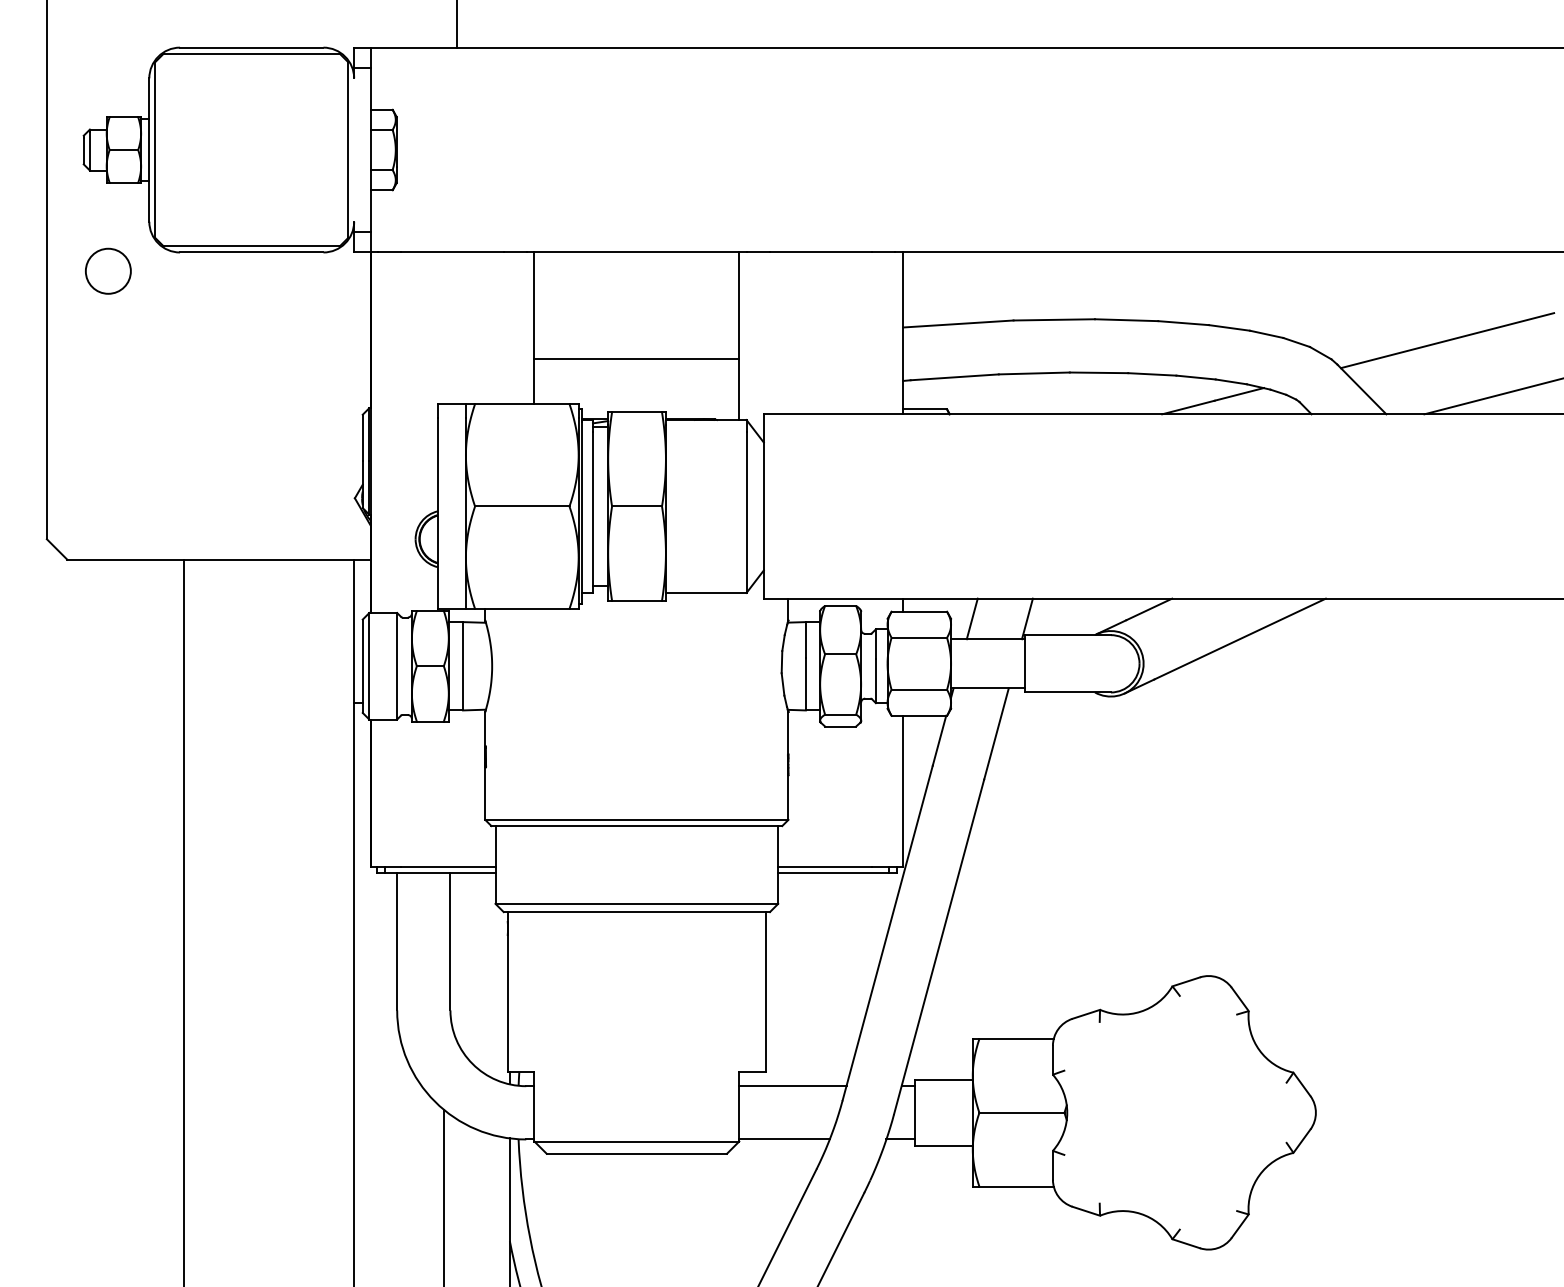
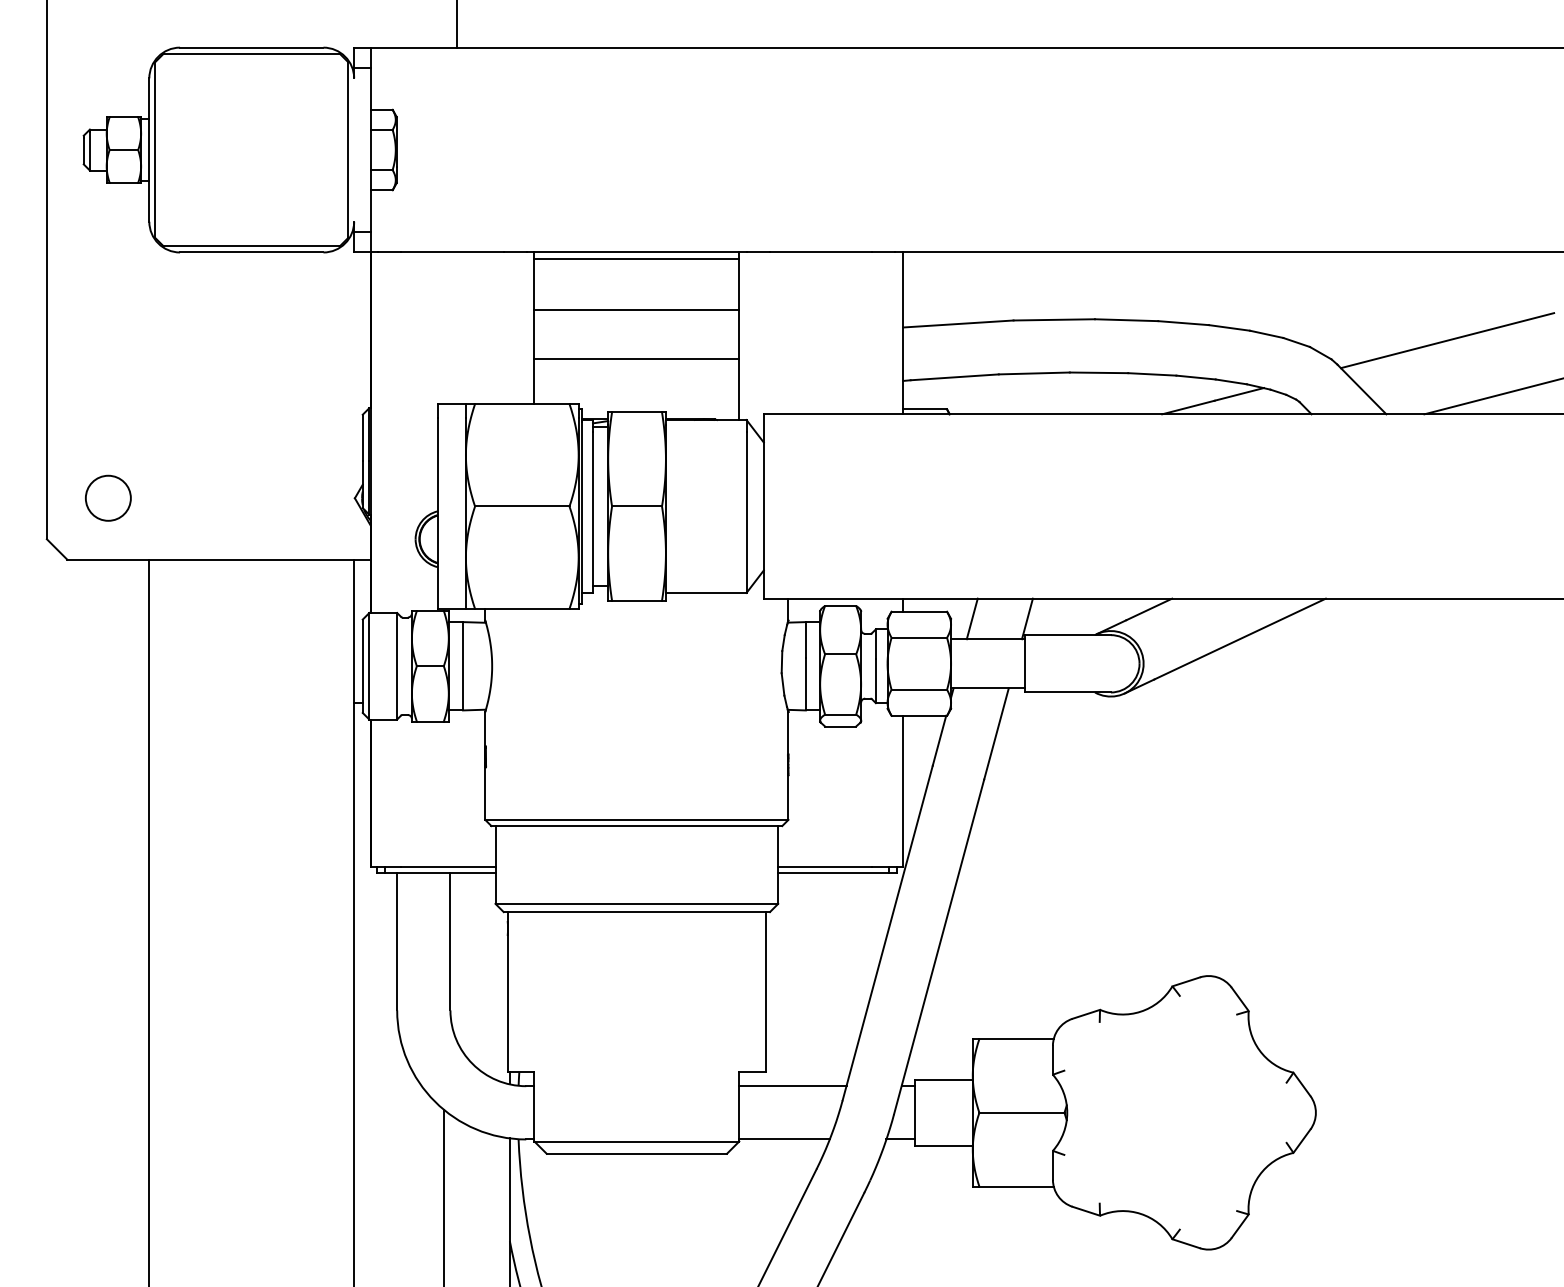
line at (636, 258): none -> present
circle at (108, 270) position: (108, 270) -> (108, 497)
line at (636, 309): none -> present
line at (184, 921) position: (184, 921) -> (149, 921)
